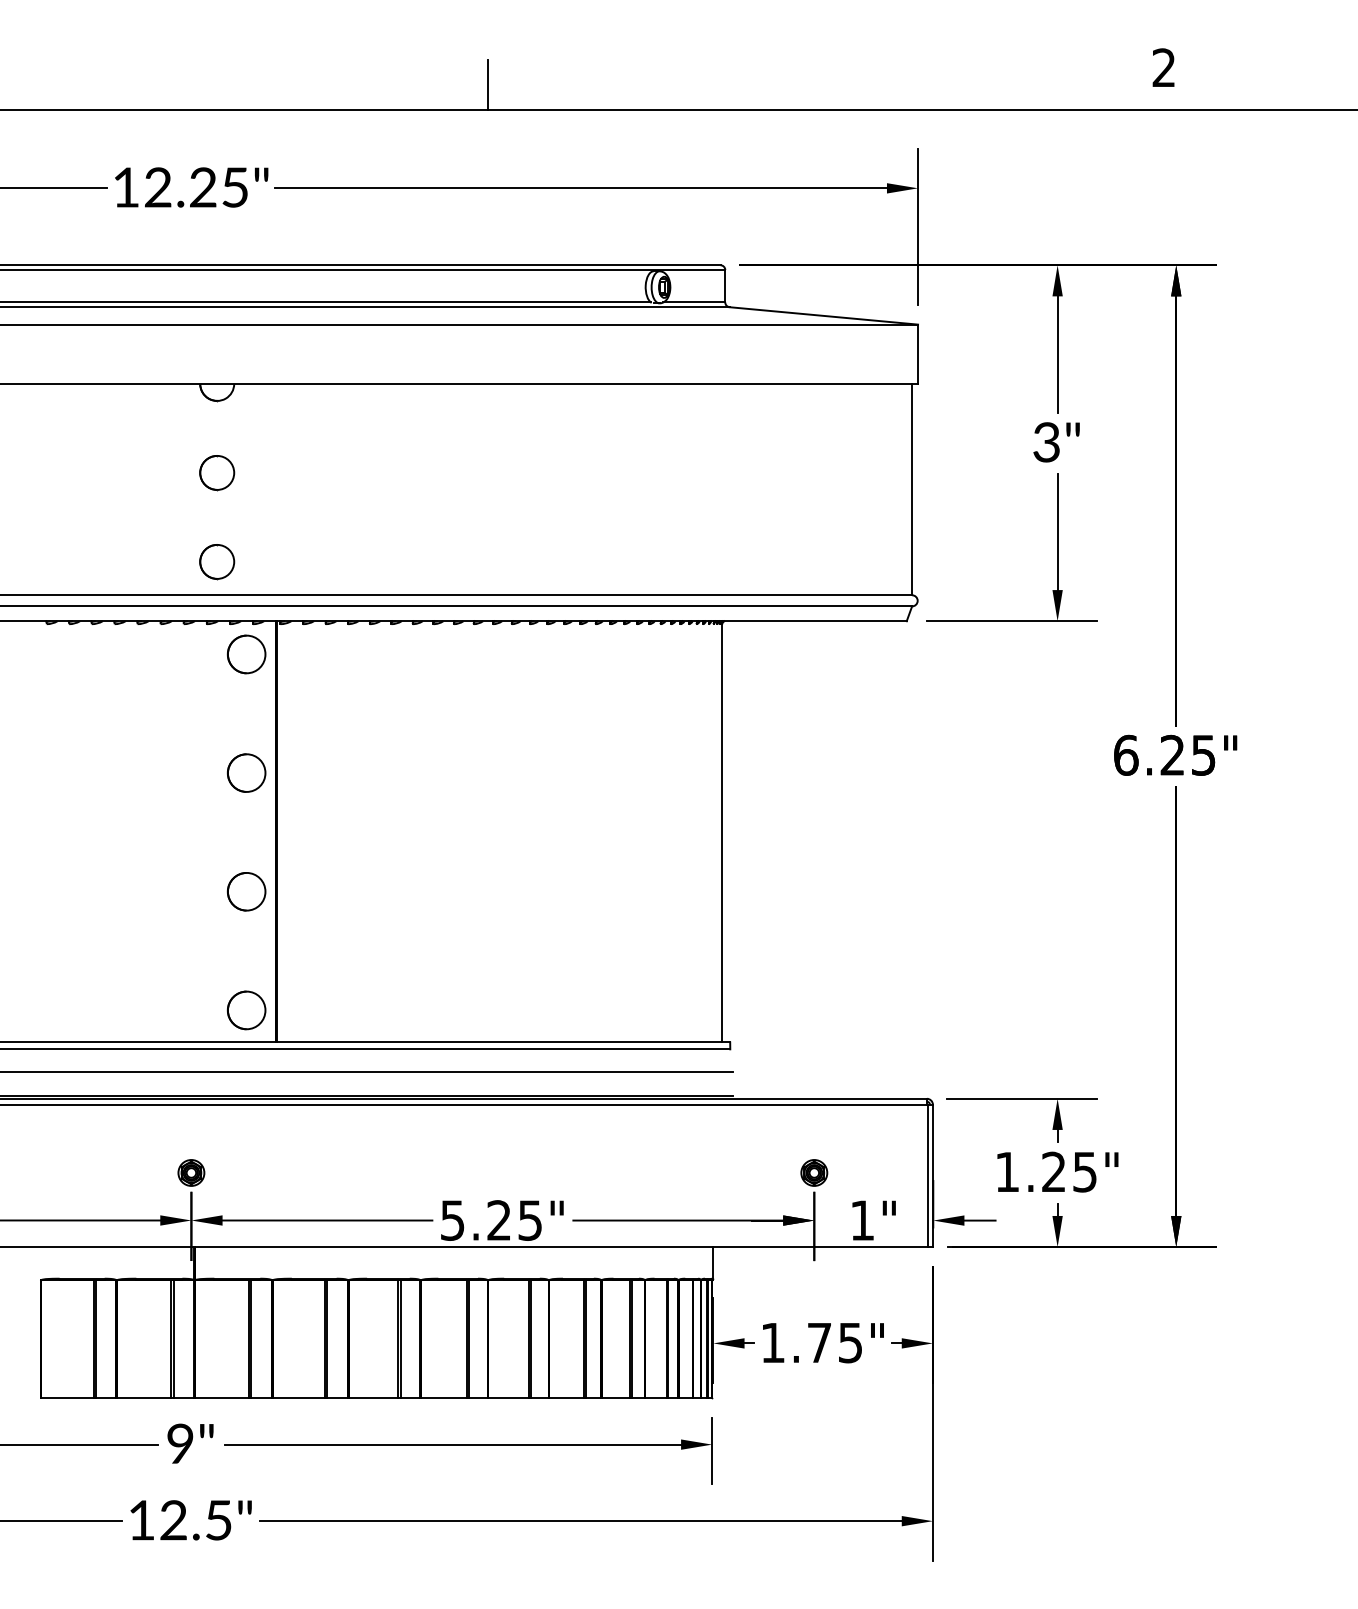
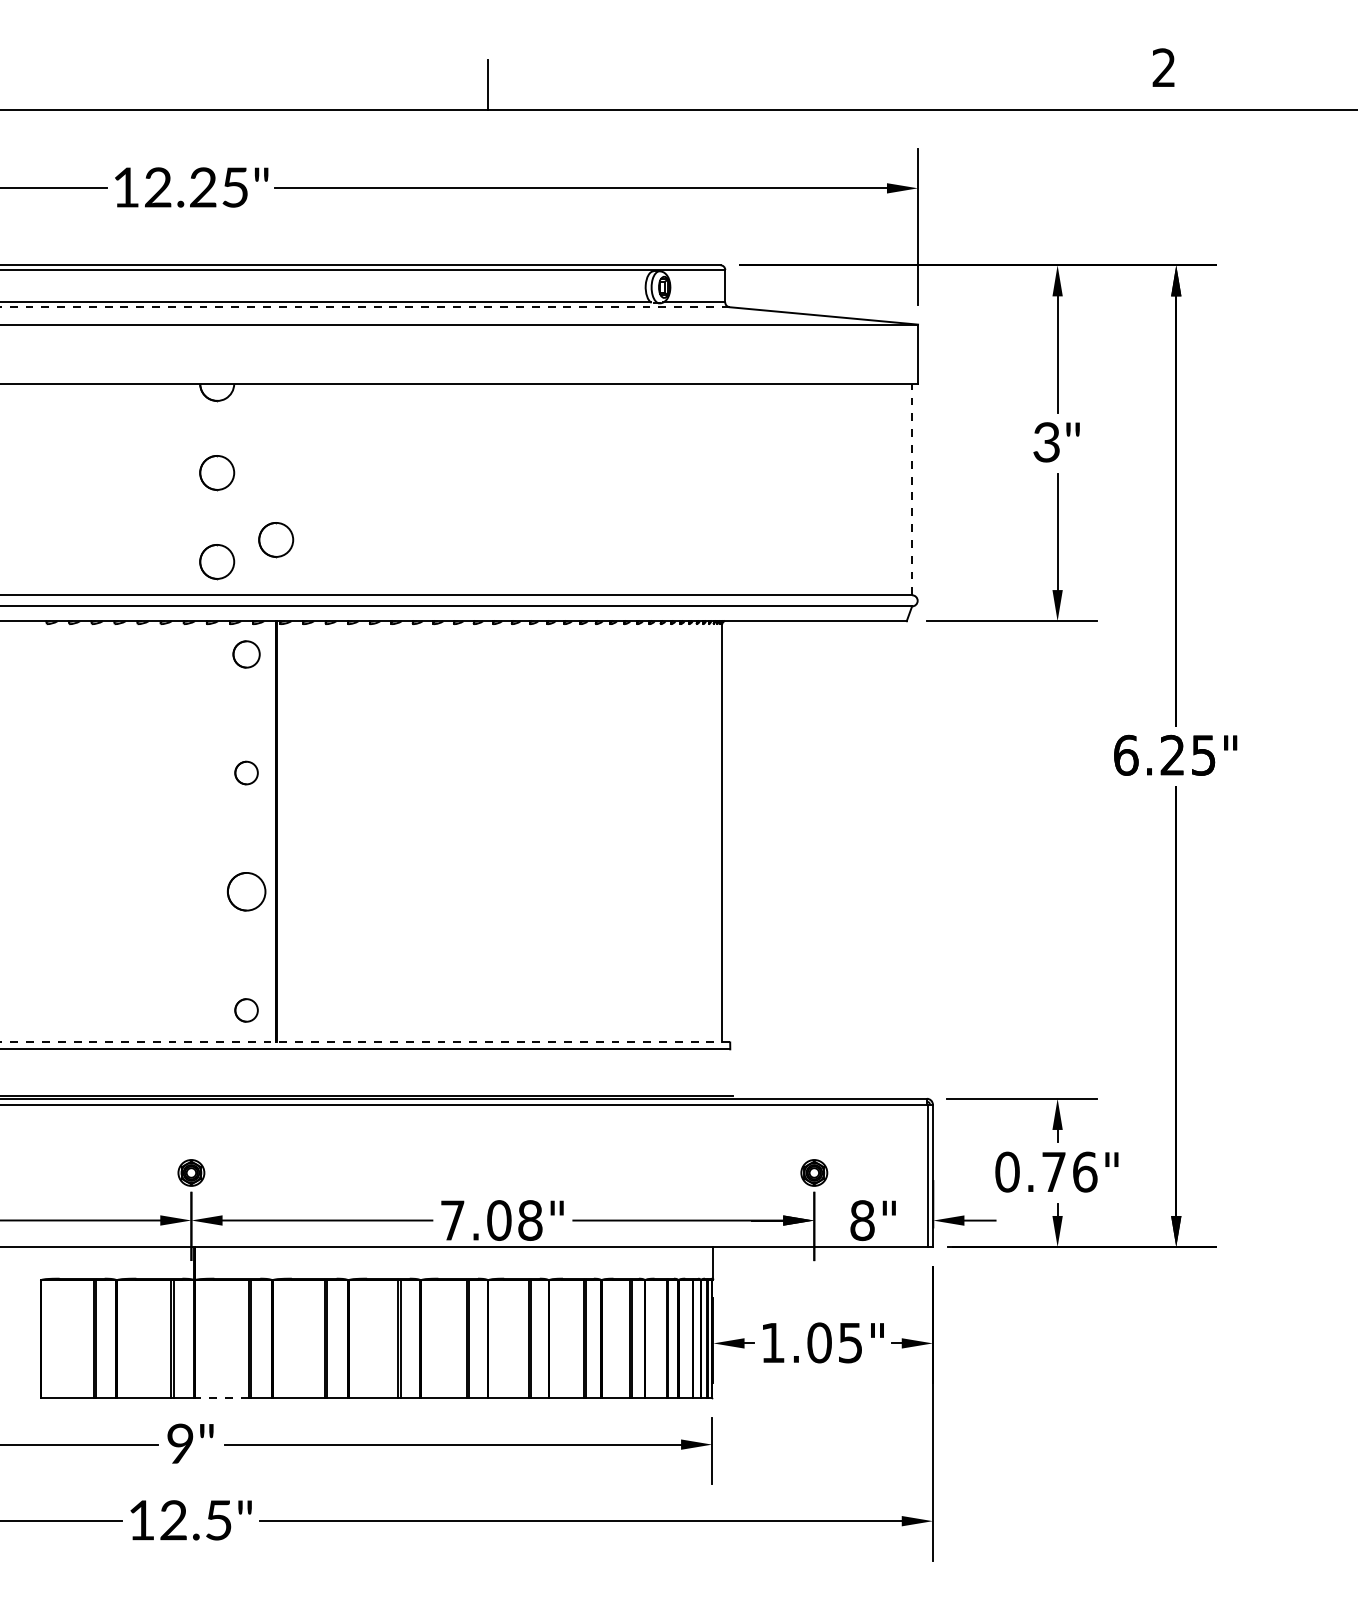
line at (364, 307): solid -> dashed
line at (912, 489): solid -> dashed
part at (276, 540): none -> present
part at (246, 654) size: 41x41 px -> 29x29 px
part at (246, 772) size: 41x40 px -> 25x26 px
part at (246, 1010) size: 41x41 px -> 25x25 px
line at (365, 1042): solid -> dashed
line at (367, 1072): present -> none
text at (1046, 1171): 1.25" -> 0.76"
text at (491, 1220): 5.25" -> 7.08"
text at (862, 1220): 1" -> 8"
text at (819, 1342): 1.75" -> 1.05"
line at (221, 1398): solid -> dashed
